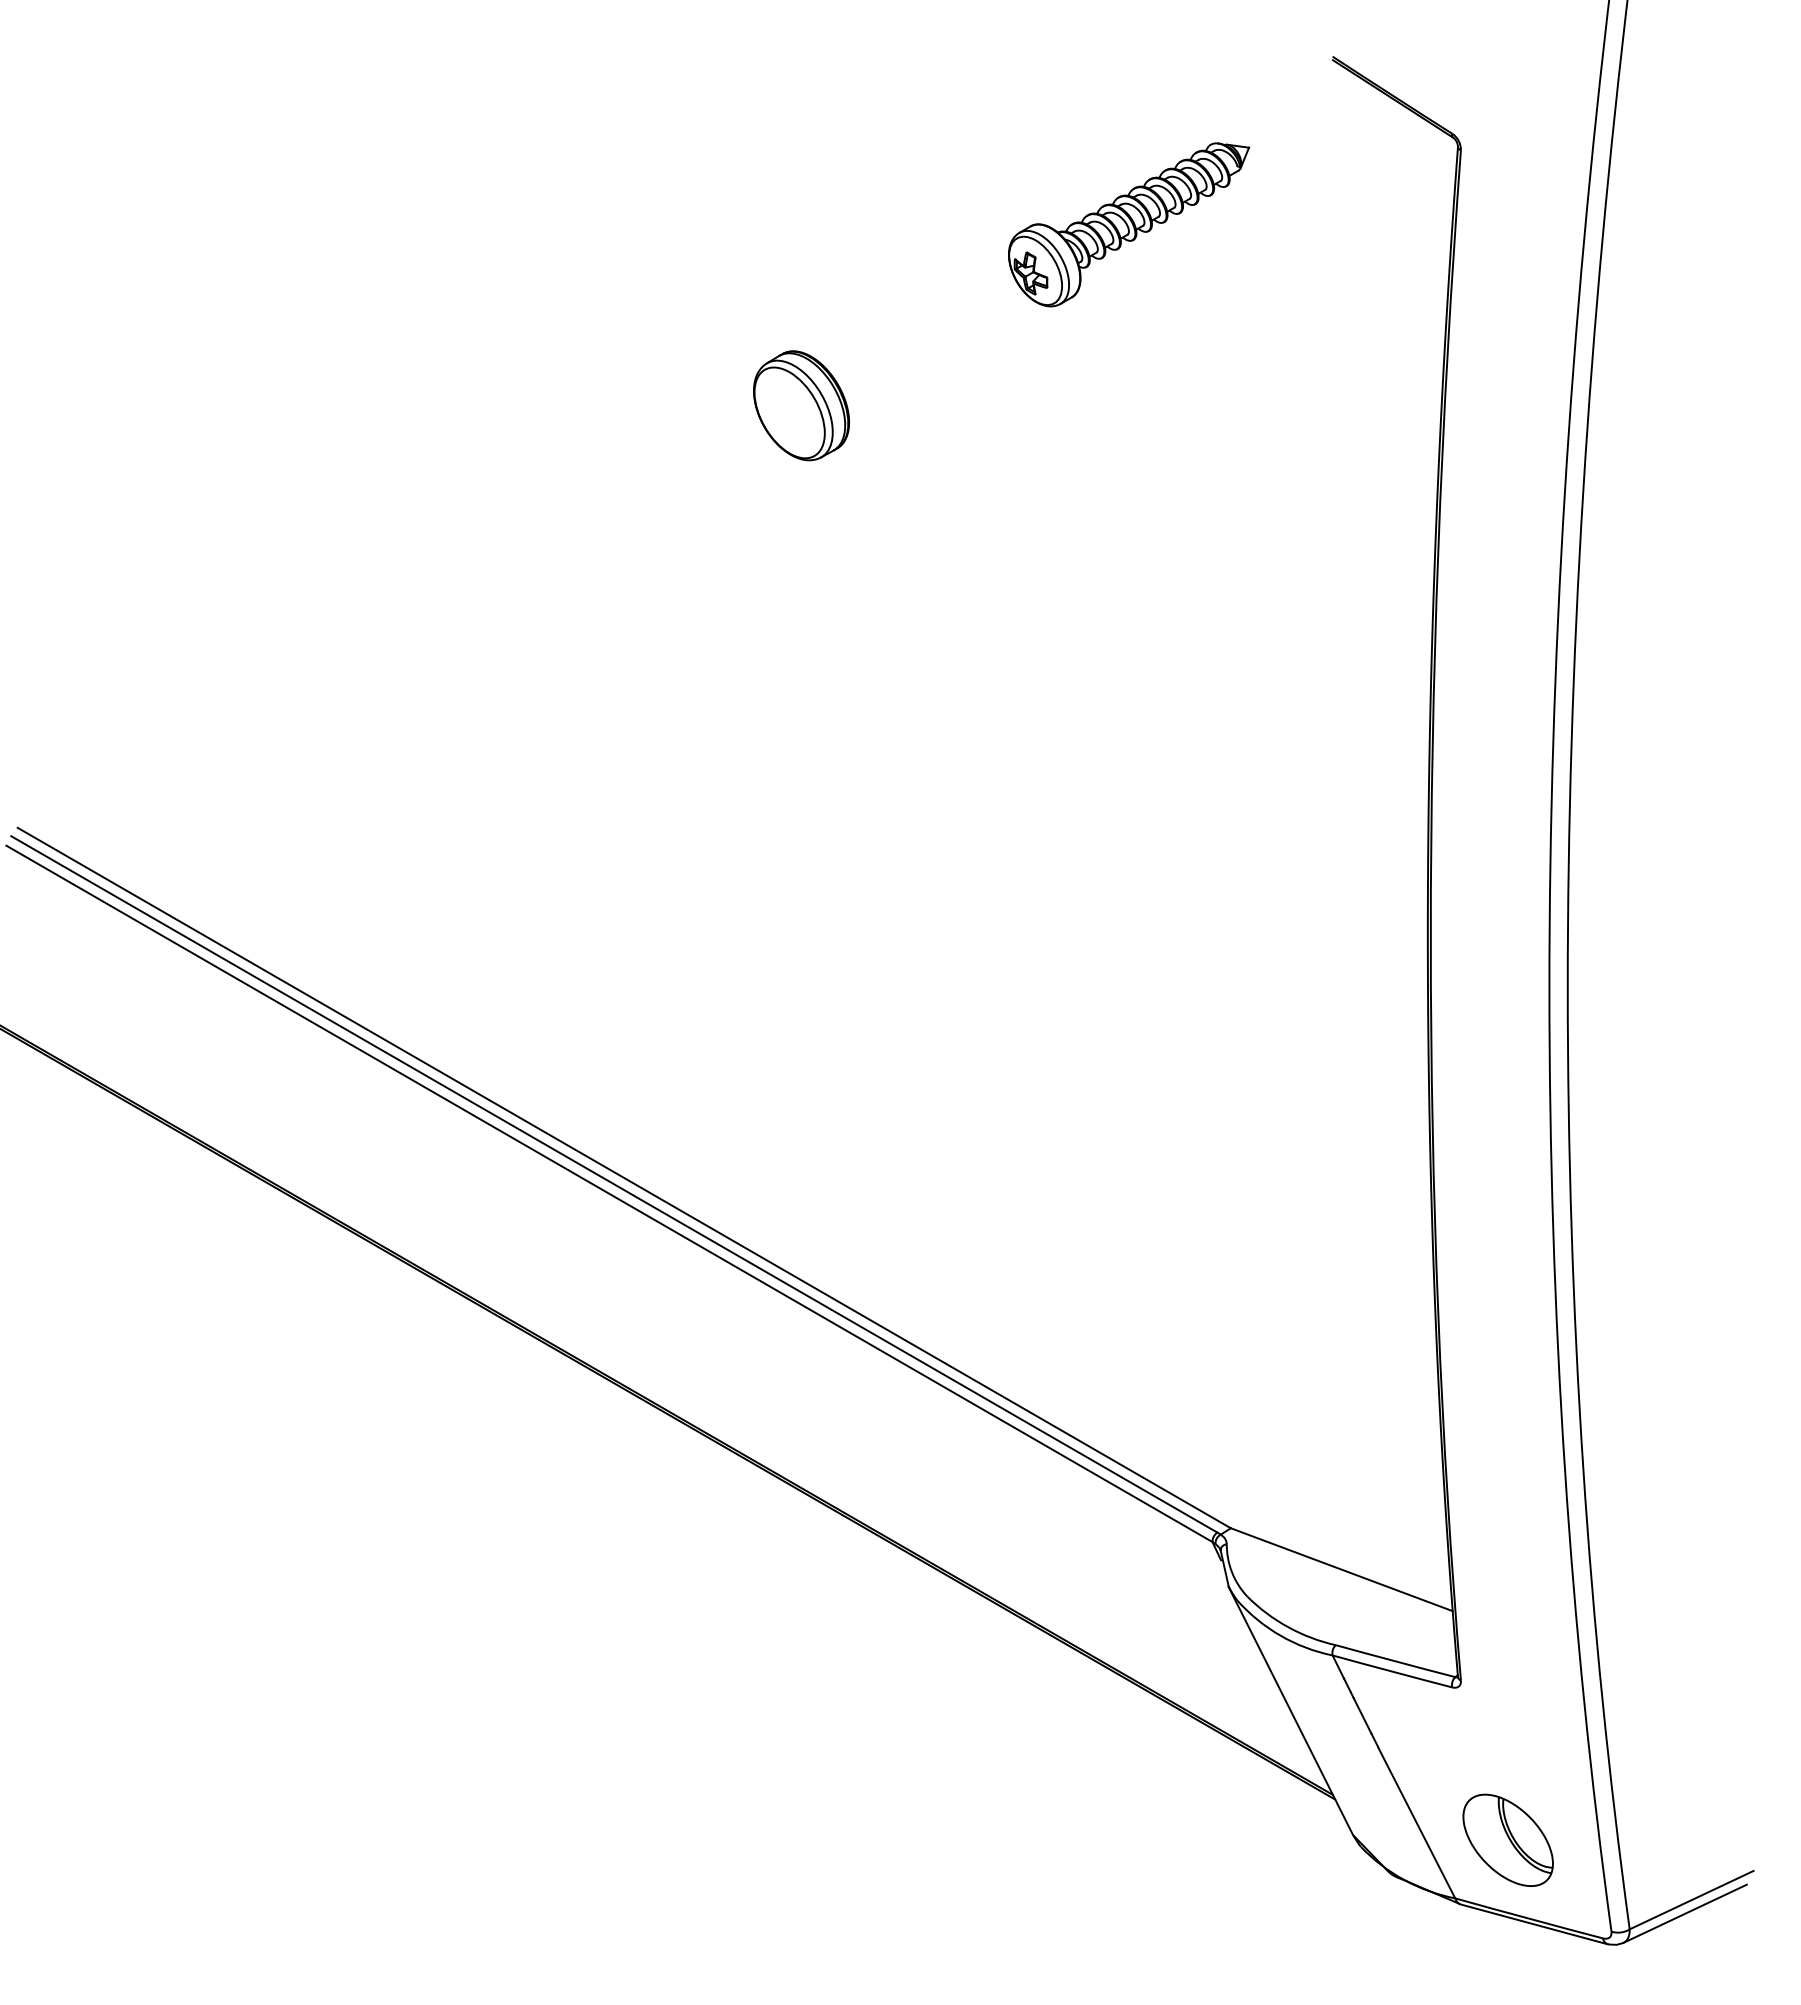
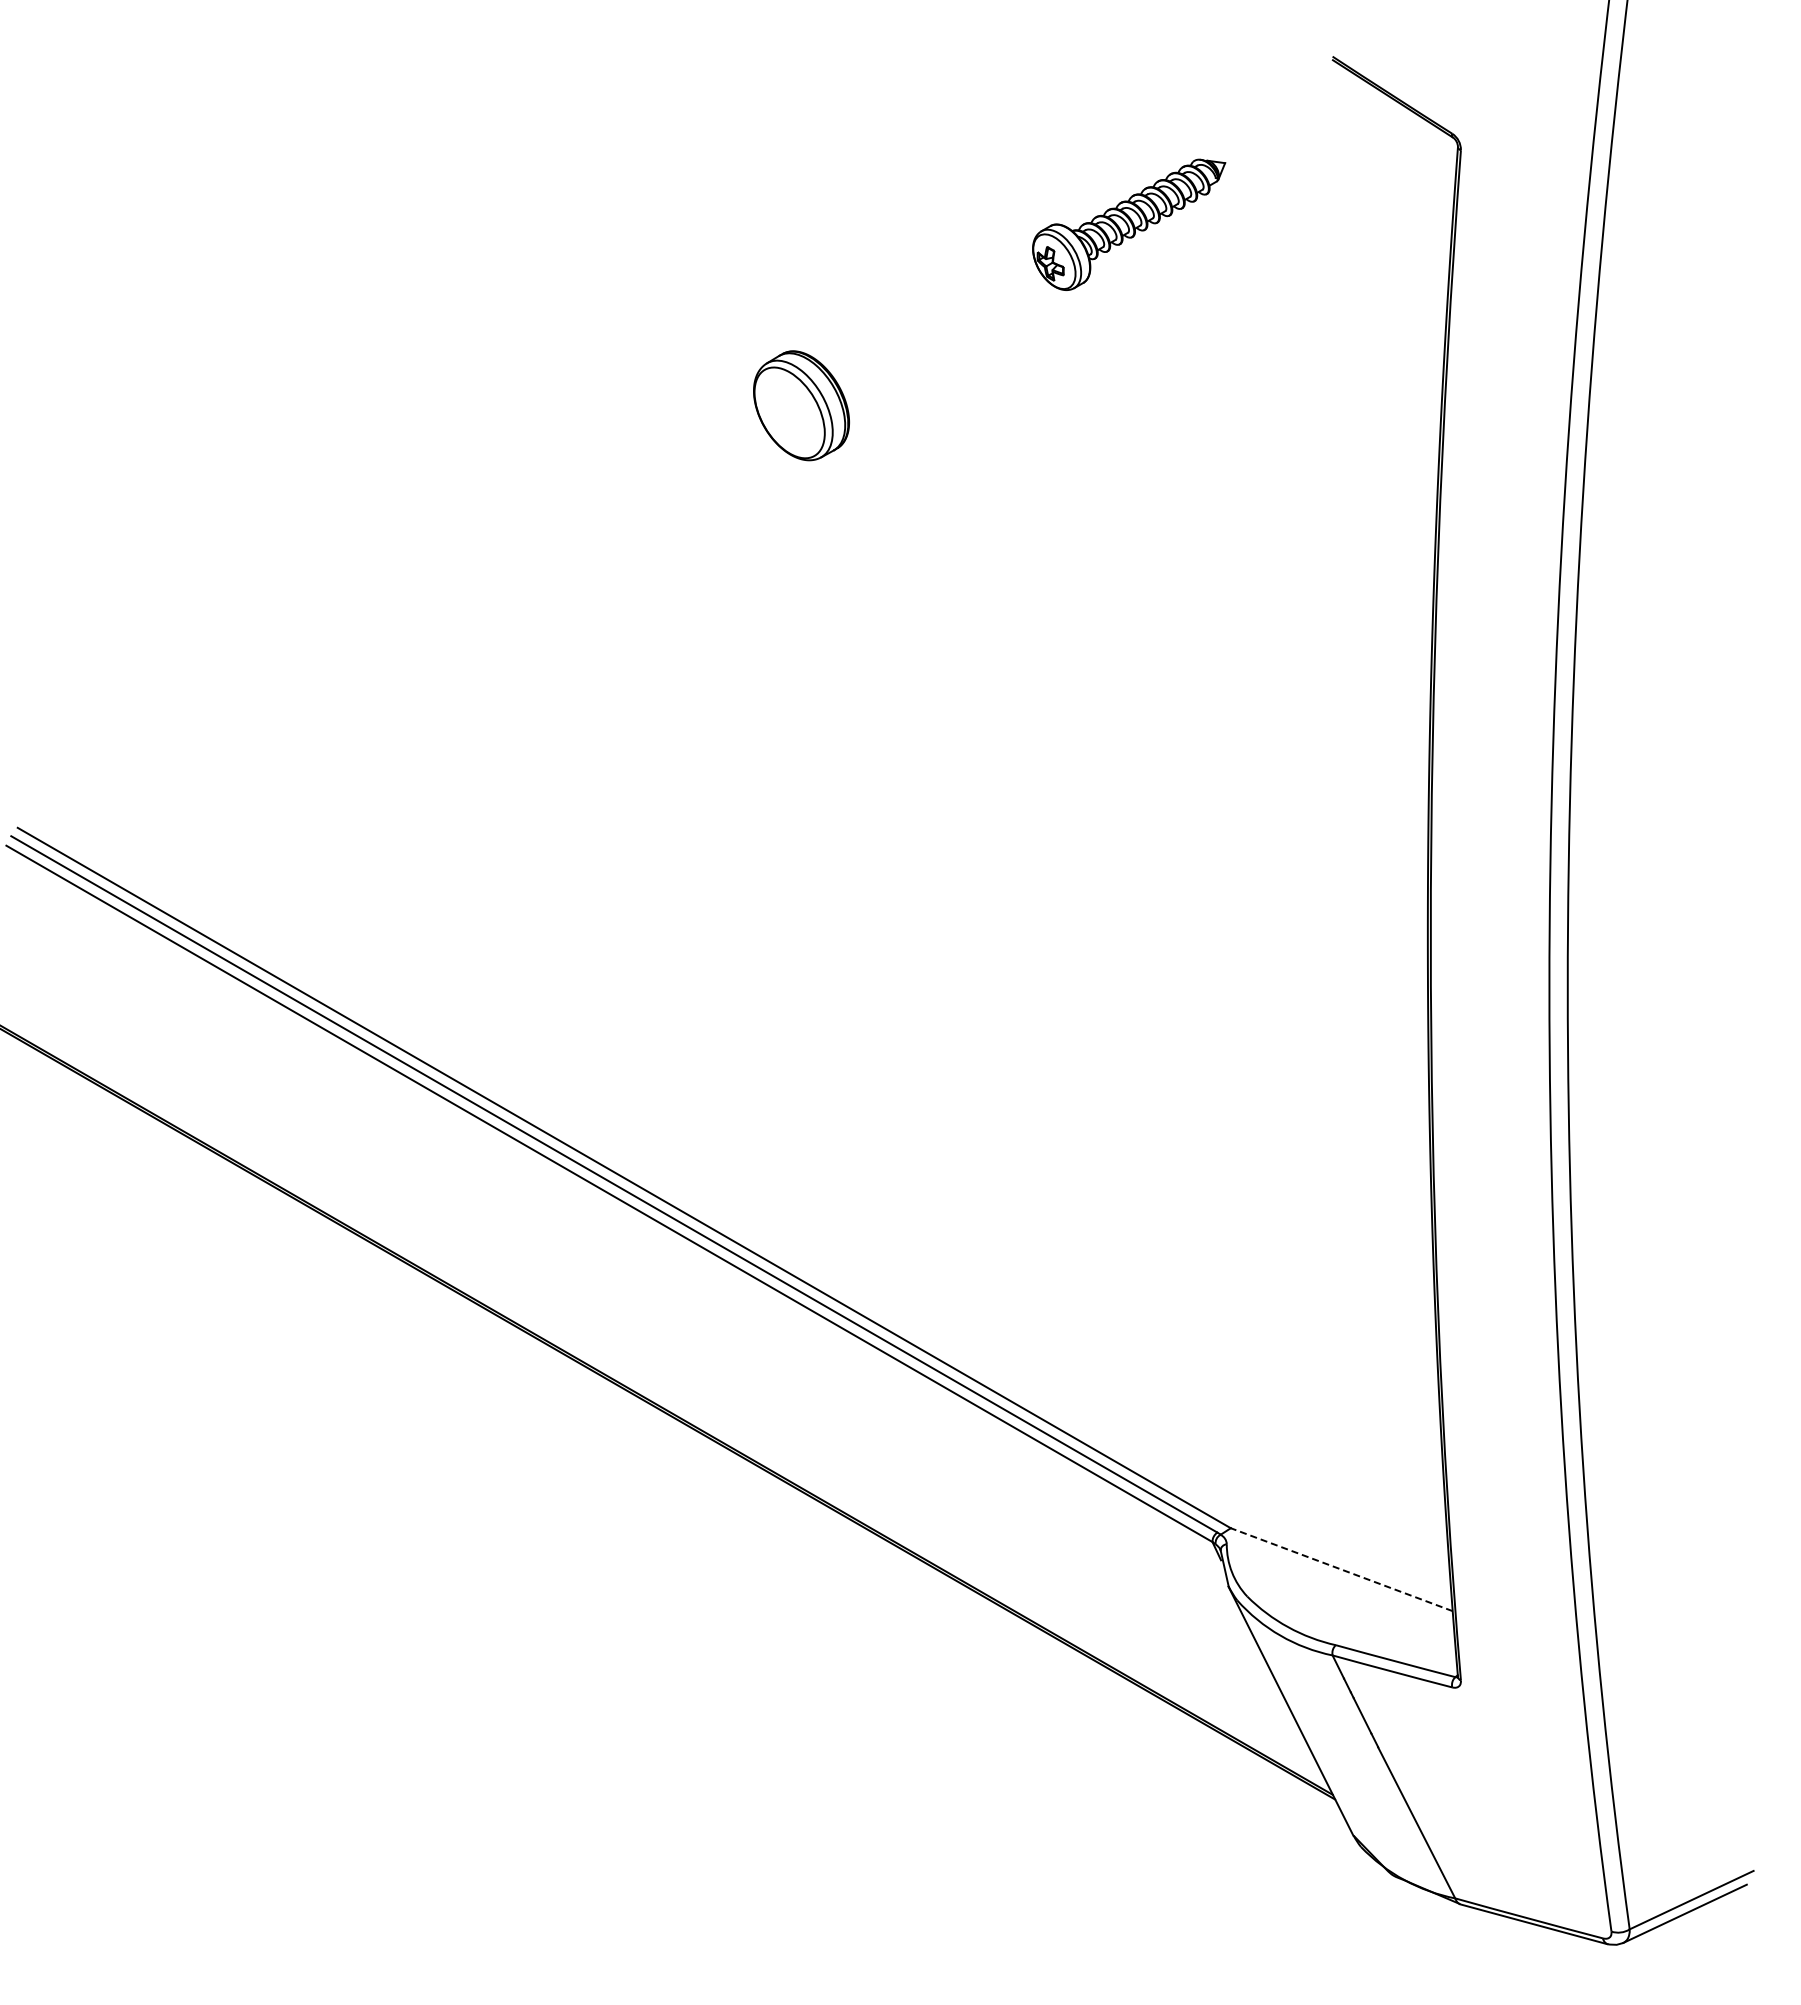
part at (1129, 224) size: 243x166 px -> 195x133 px
line at (1341, 1569): solid -> dashed
part at (1507, 1839): present -> none
